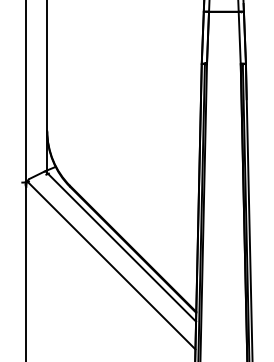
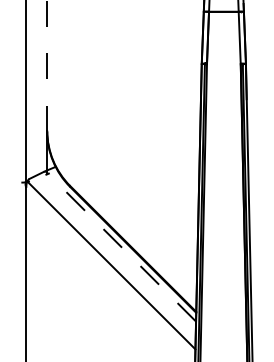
line at (47, 65): solid -> dashed
line at (120, 246): solid -> dashed
